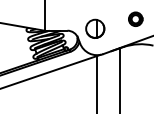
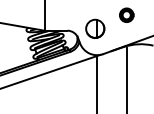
part at (135, 18) position: (135, 18) -> (126, 14)
line at (120, 79) position: (120, 79) -> (127, 79)
